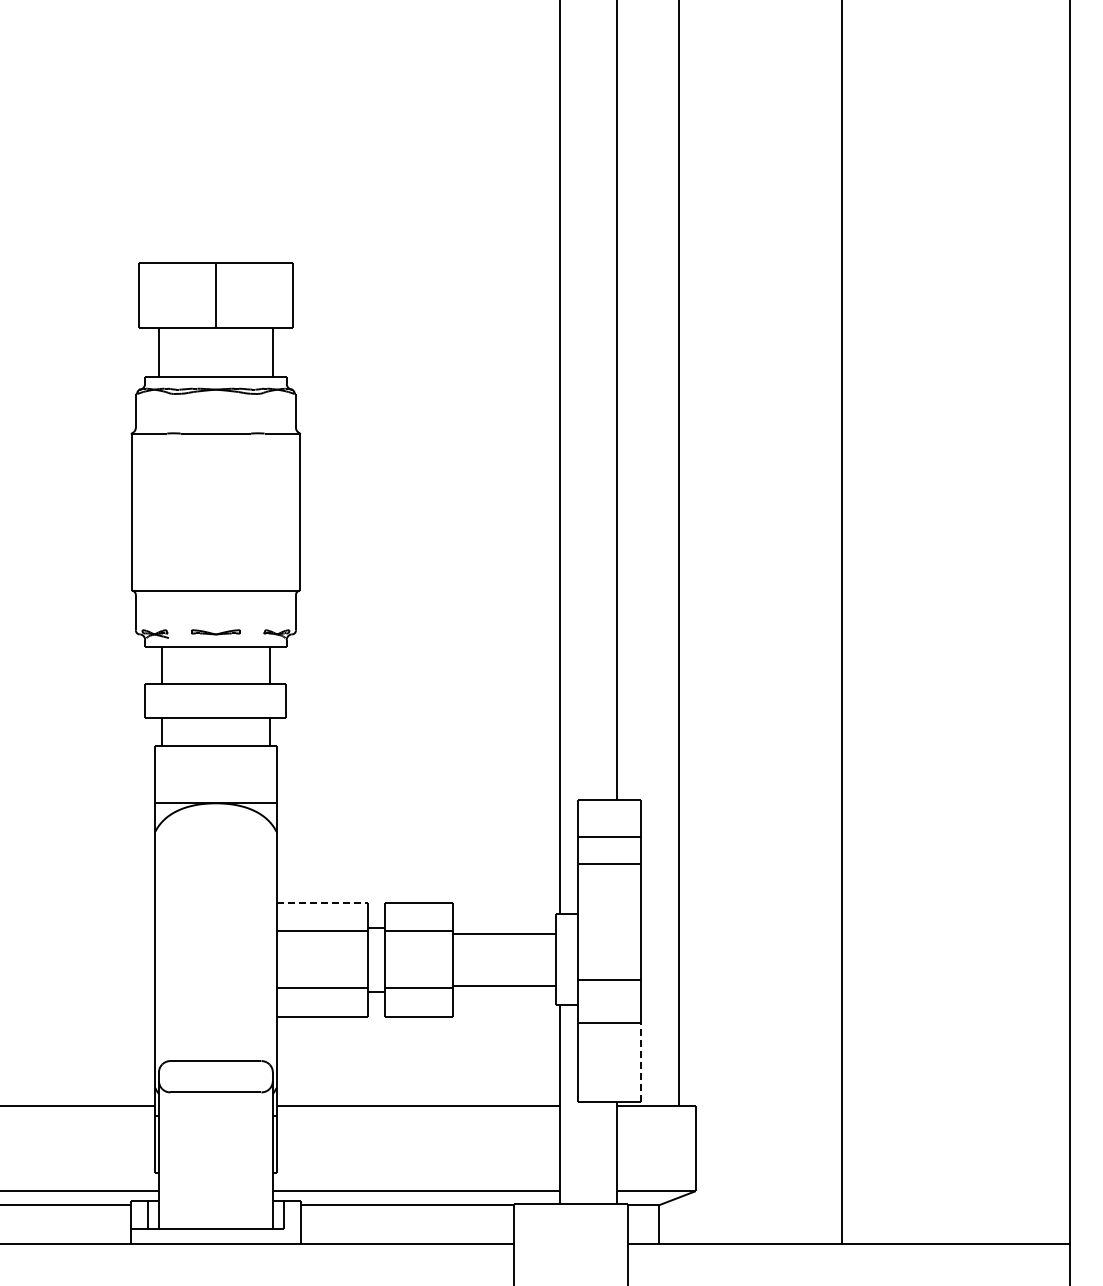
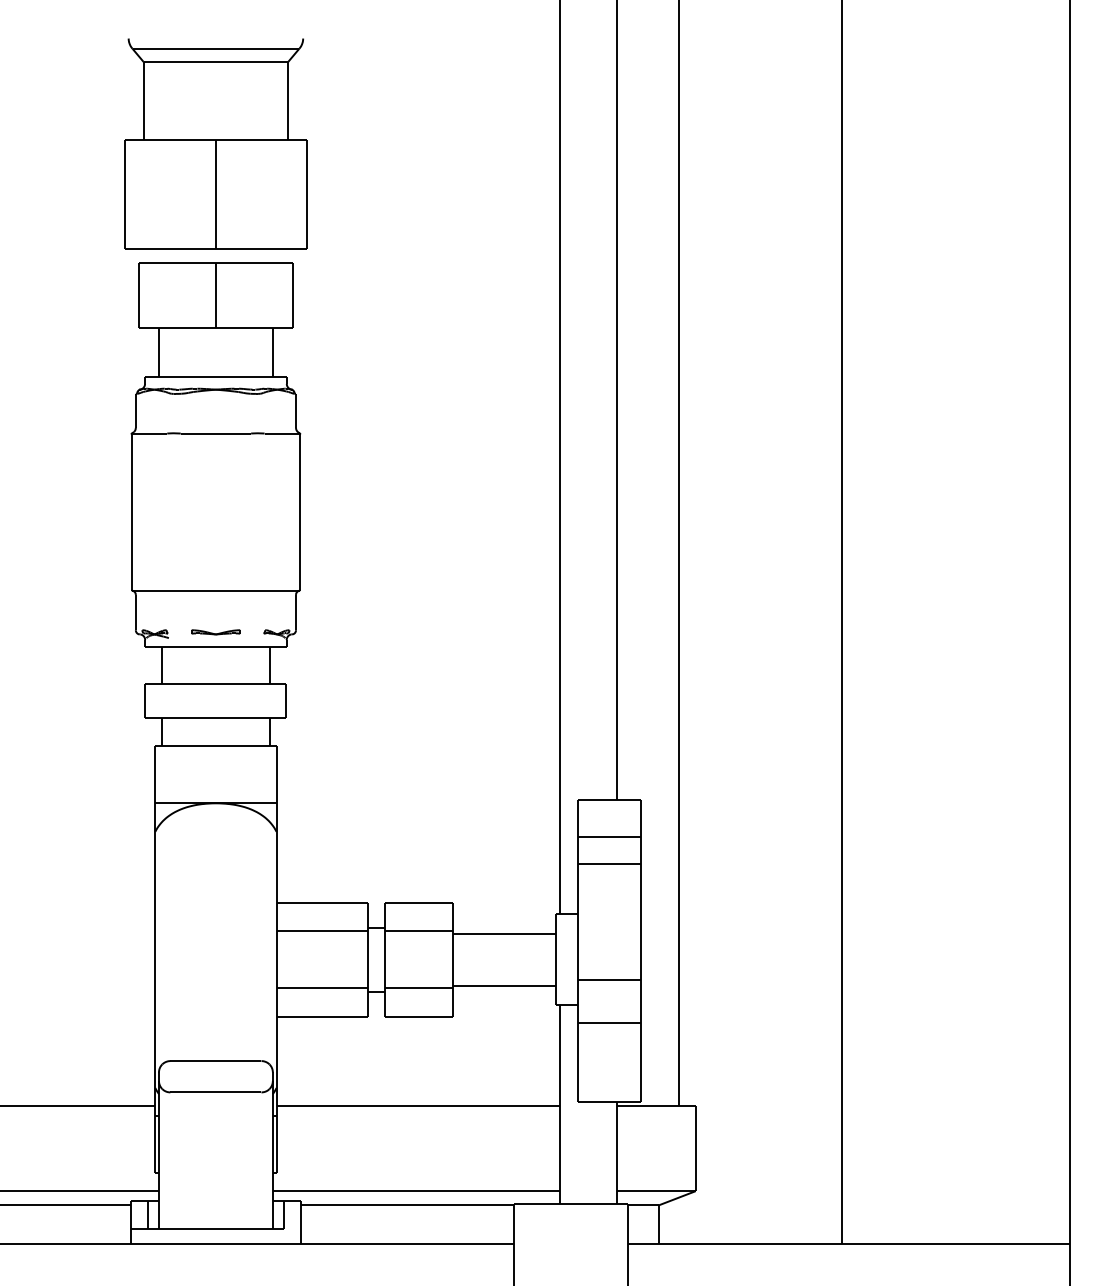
part at (215, 143): none -> present
line at (322, 903): dashed -> solid
line at (640, 1062): dashed -> solid
